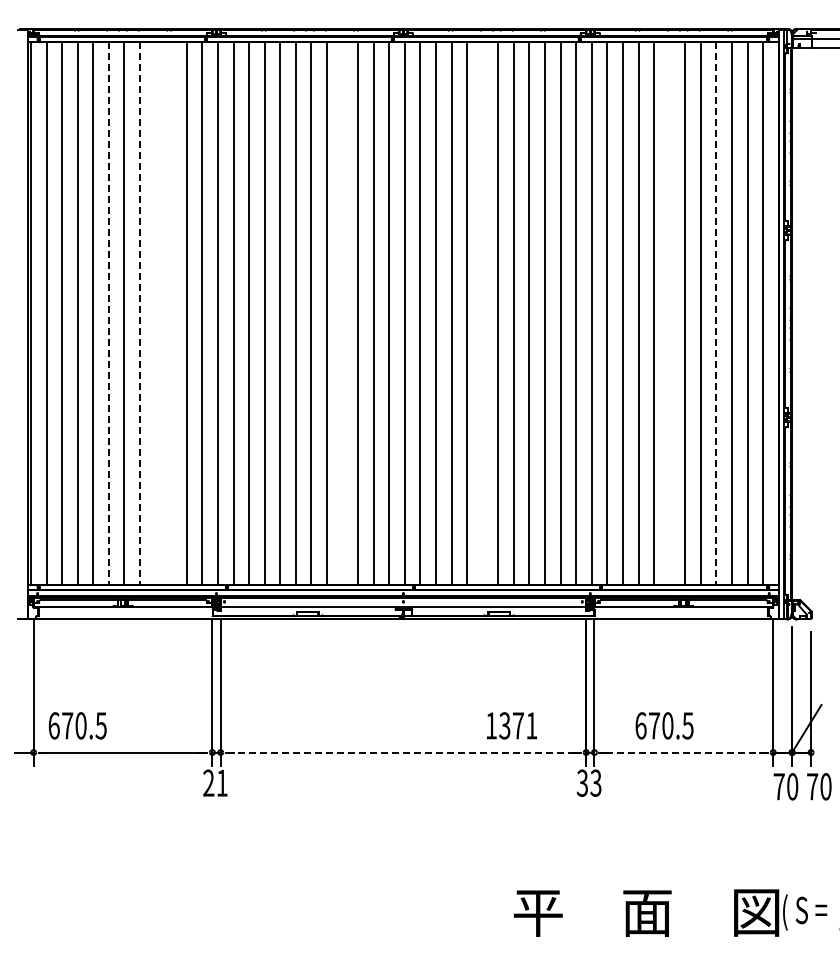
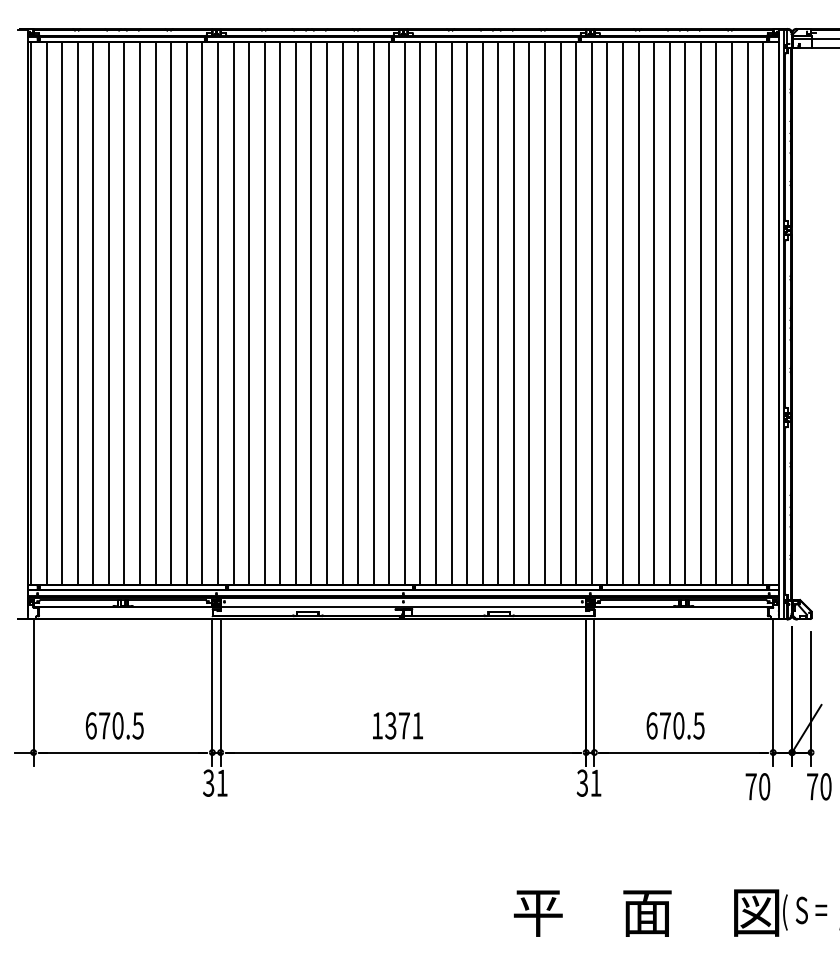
line at (109, 313): dashed -> solid
line at (140, 313): dashed -> solid
line at (155, 313): none -> present
line at (171, 313): none -> present
line at (342, 313): none -> present
line at (482, 313): none -> present
line at (669, 313): none -> present
line at (716, 313): dashed -> solid
text at (77, 725) position: (77, 725) -> (114, 725)
text at (511, 725) position: (511, 725) -> (397, 725)
text at (664, 725) position: (664, 725) -> (675, 725)
line at (403, 752): dashed -> solid
line at (683, 752): dashed -> solid
text at (595, 782): 33 -> 31
text at (208, 783): 21 -> 31
text at (785, 786) position: (785, 786) -> (757, 786)
